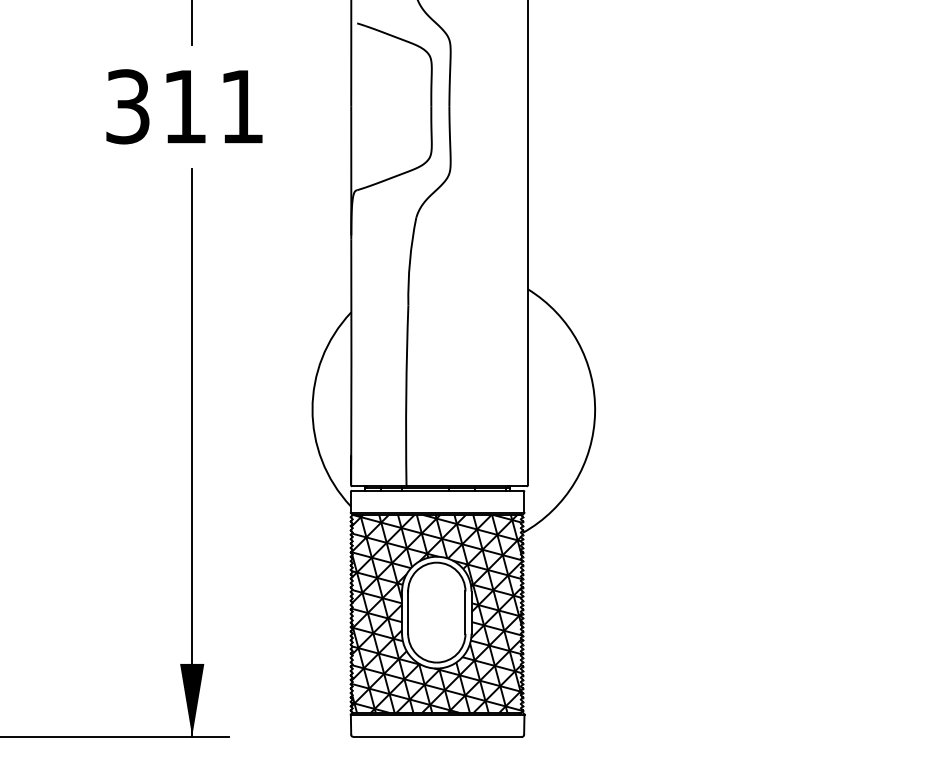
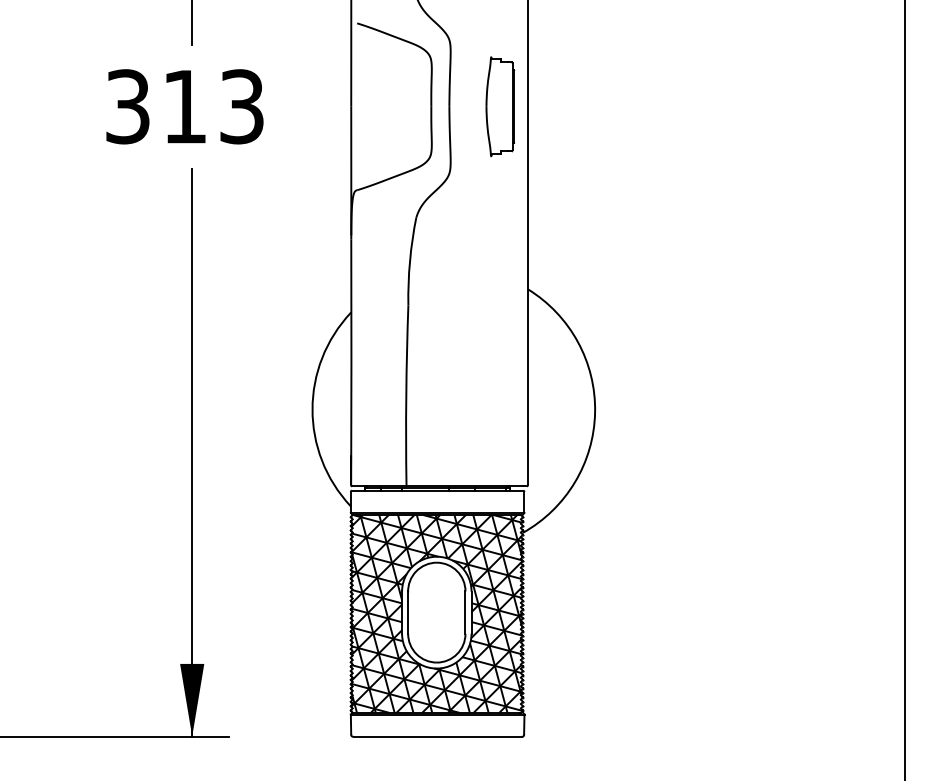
text at (241, 106): 311 -> 313
part at (500, 106): none -> present
line at (905, 389): none -> present
